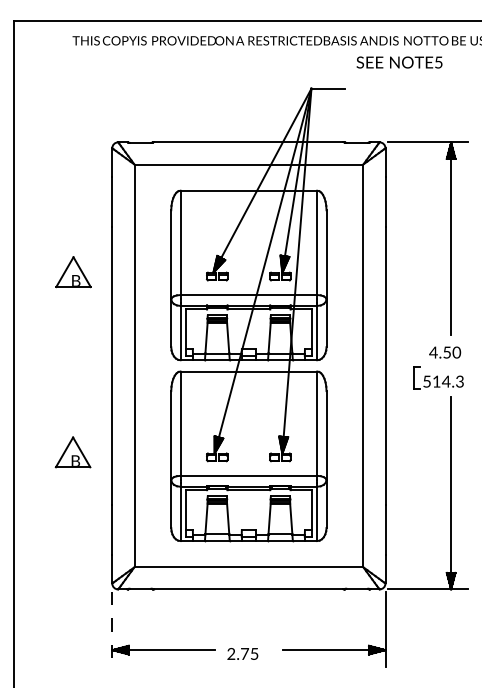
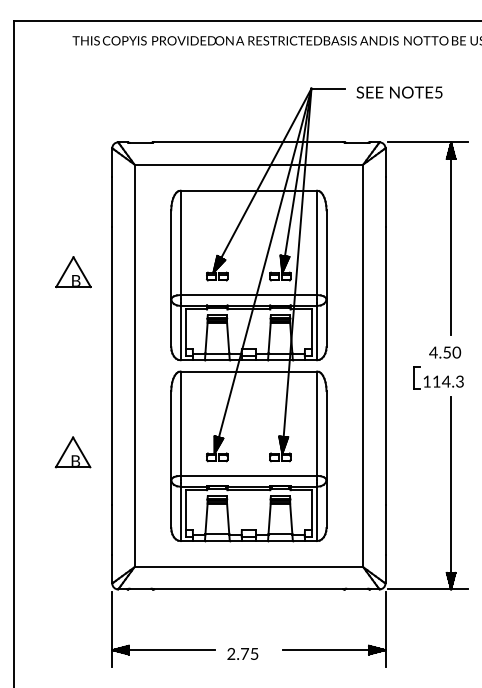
text at (399, 62) position: (399, 62) -> (399, 92)
text at (426, 381): 514.3 -> 114.3
line at (112, 629): dashed -> solid
